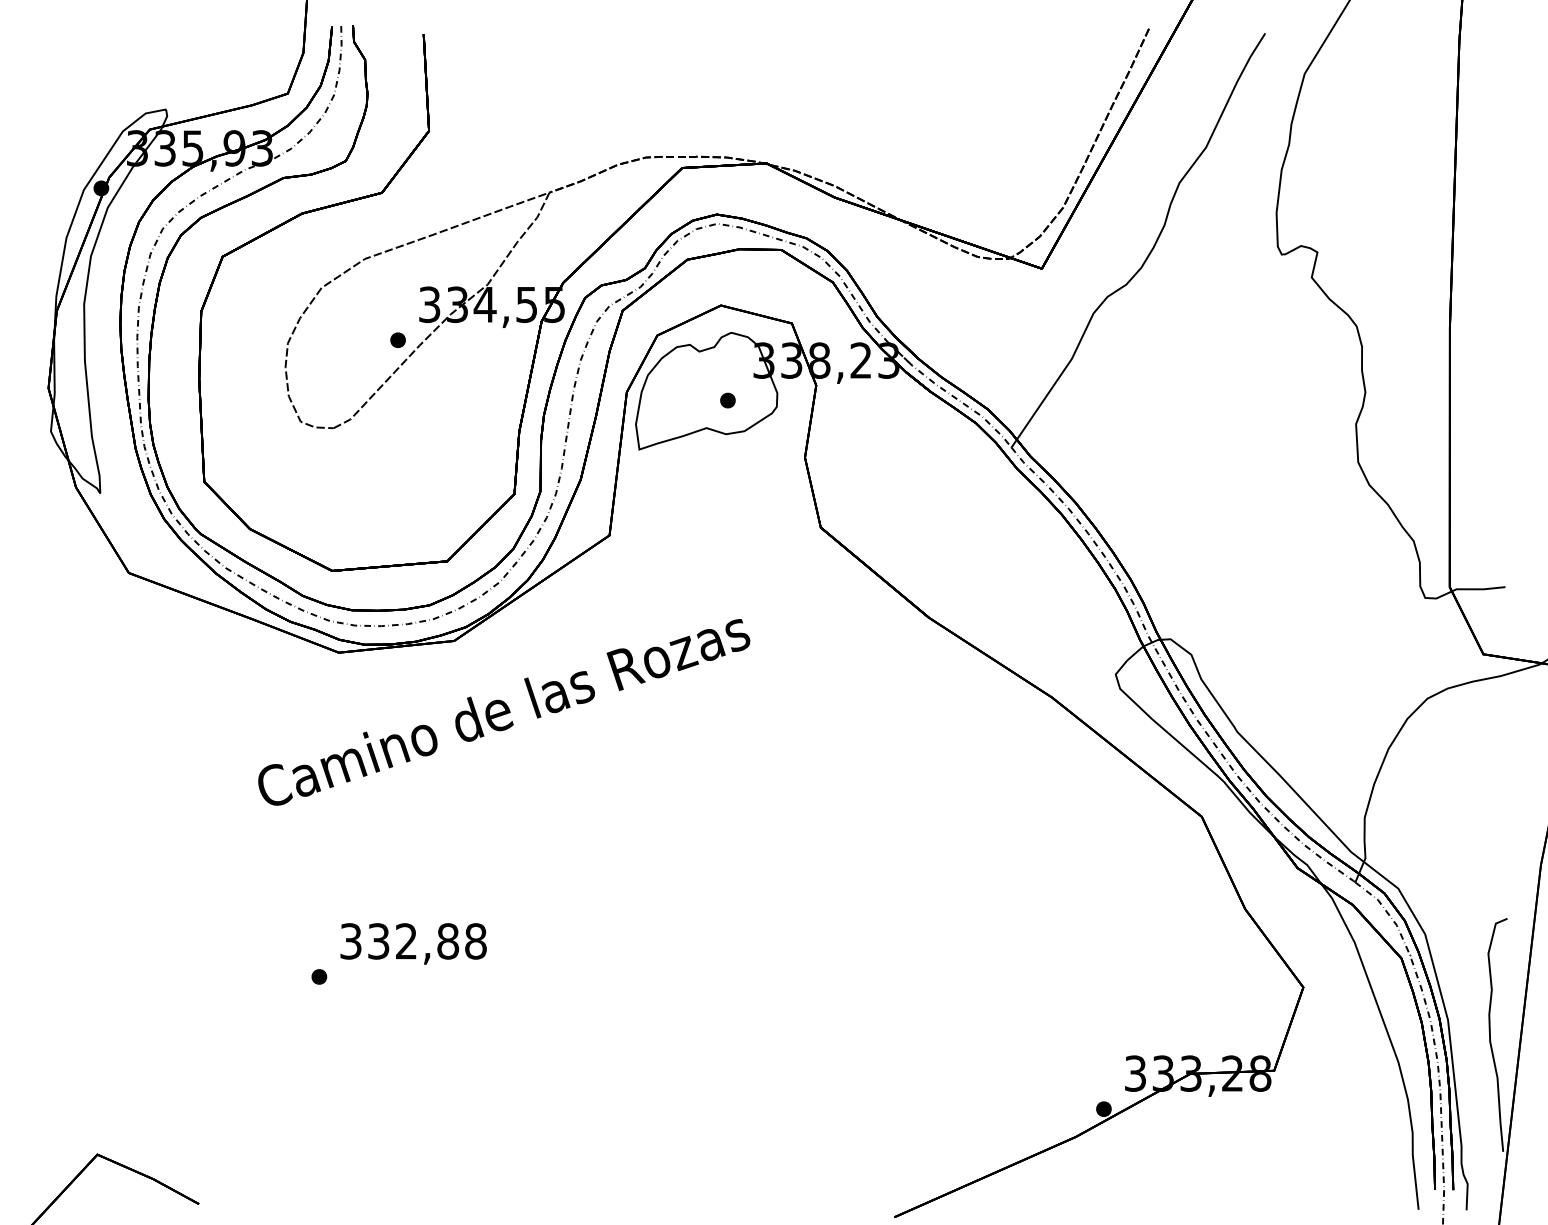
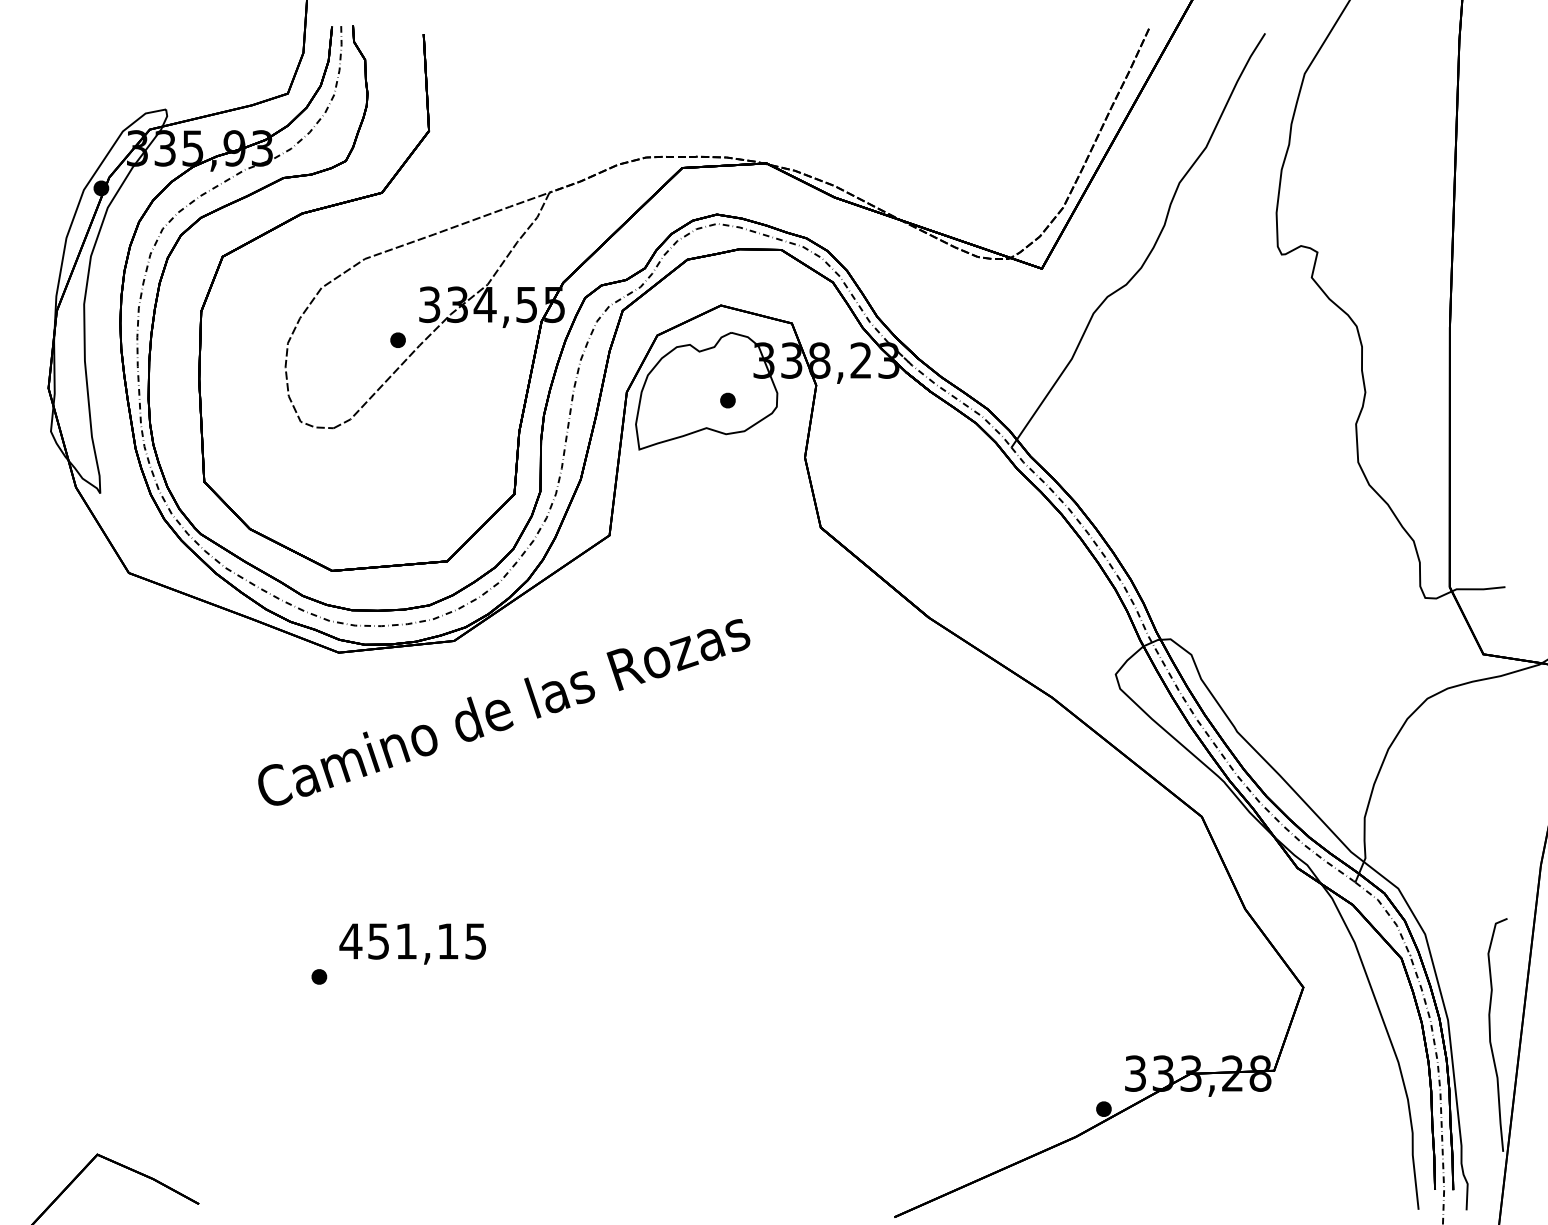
text at (412, 941): 332,88 -> 451,15
